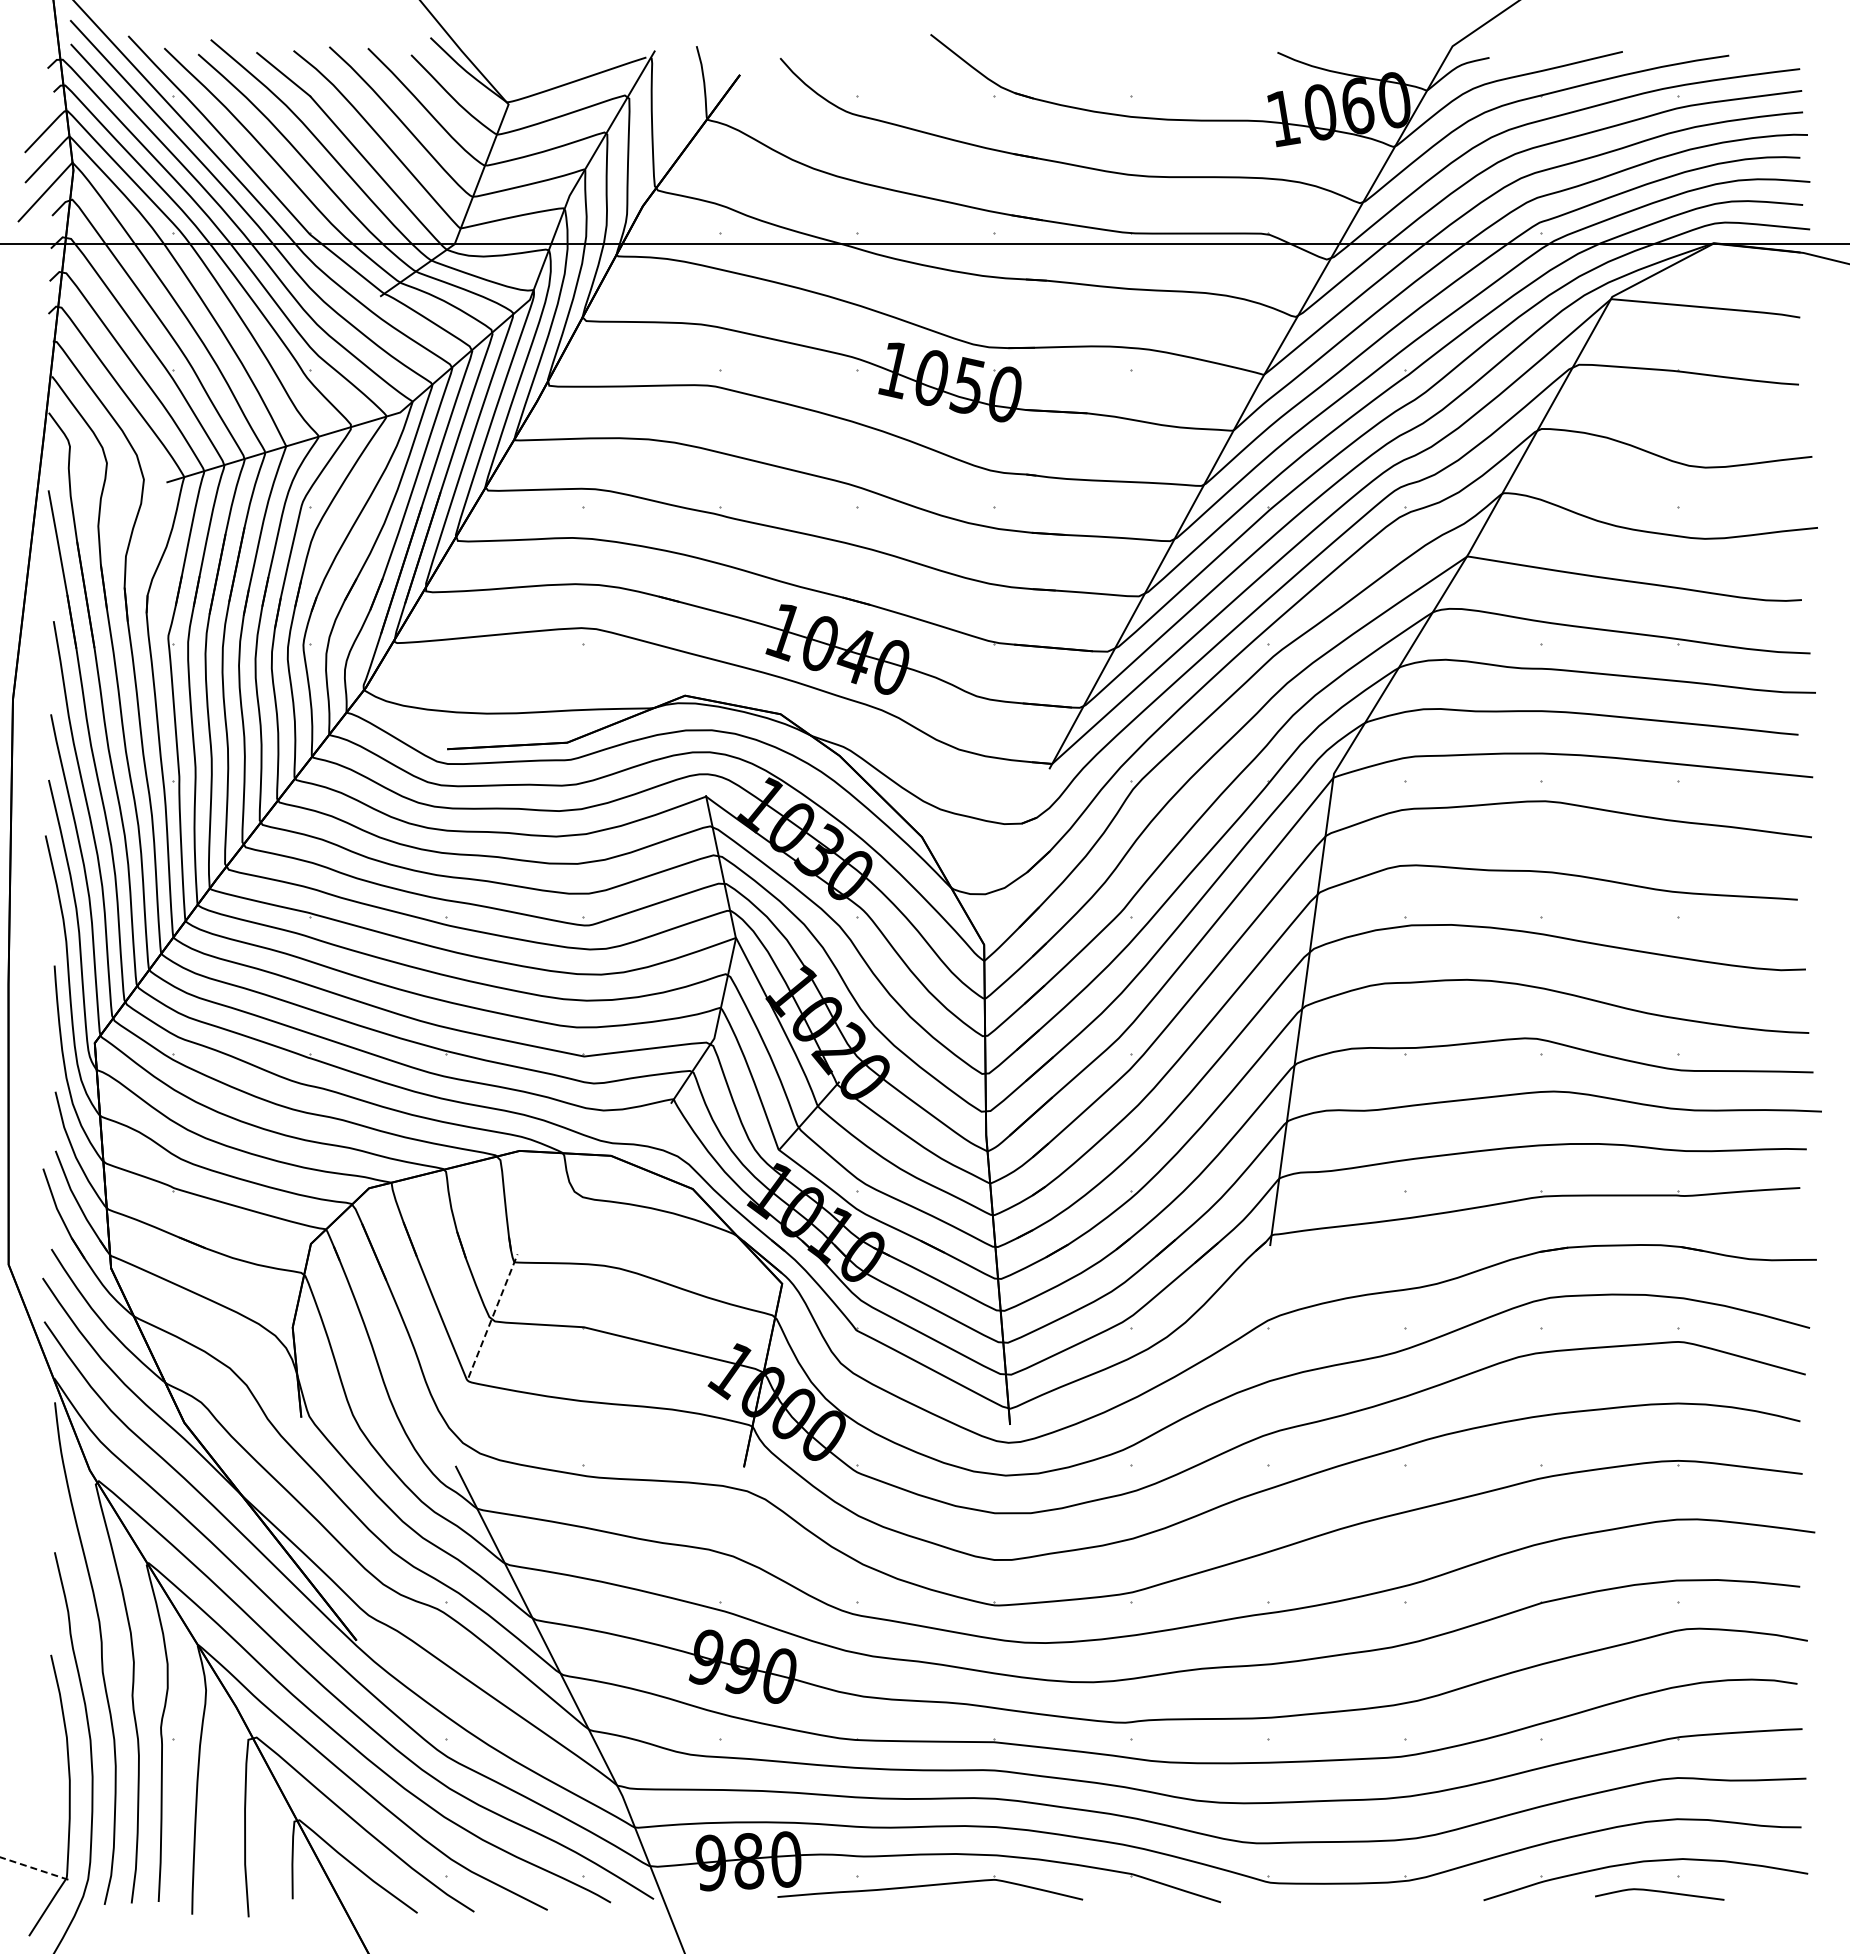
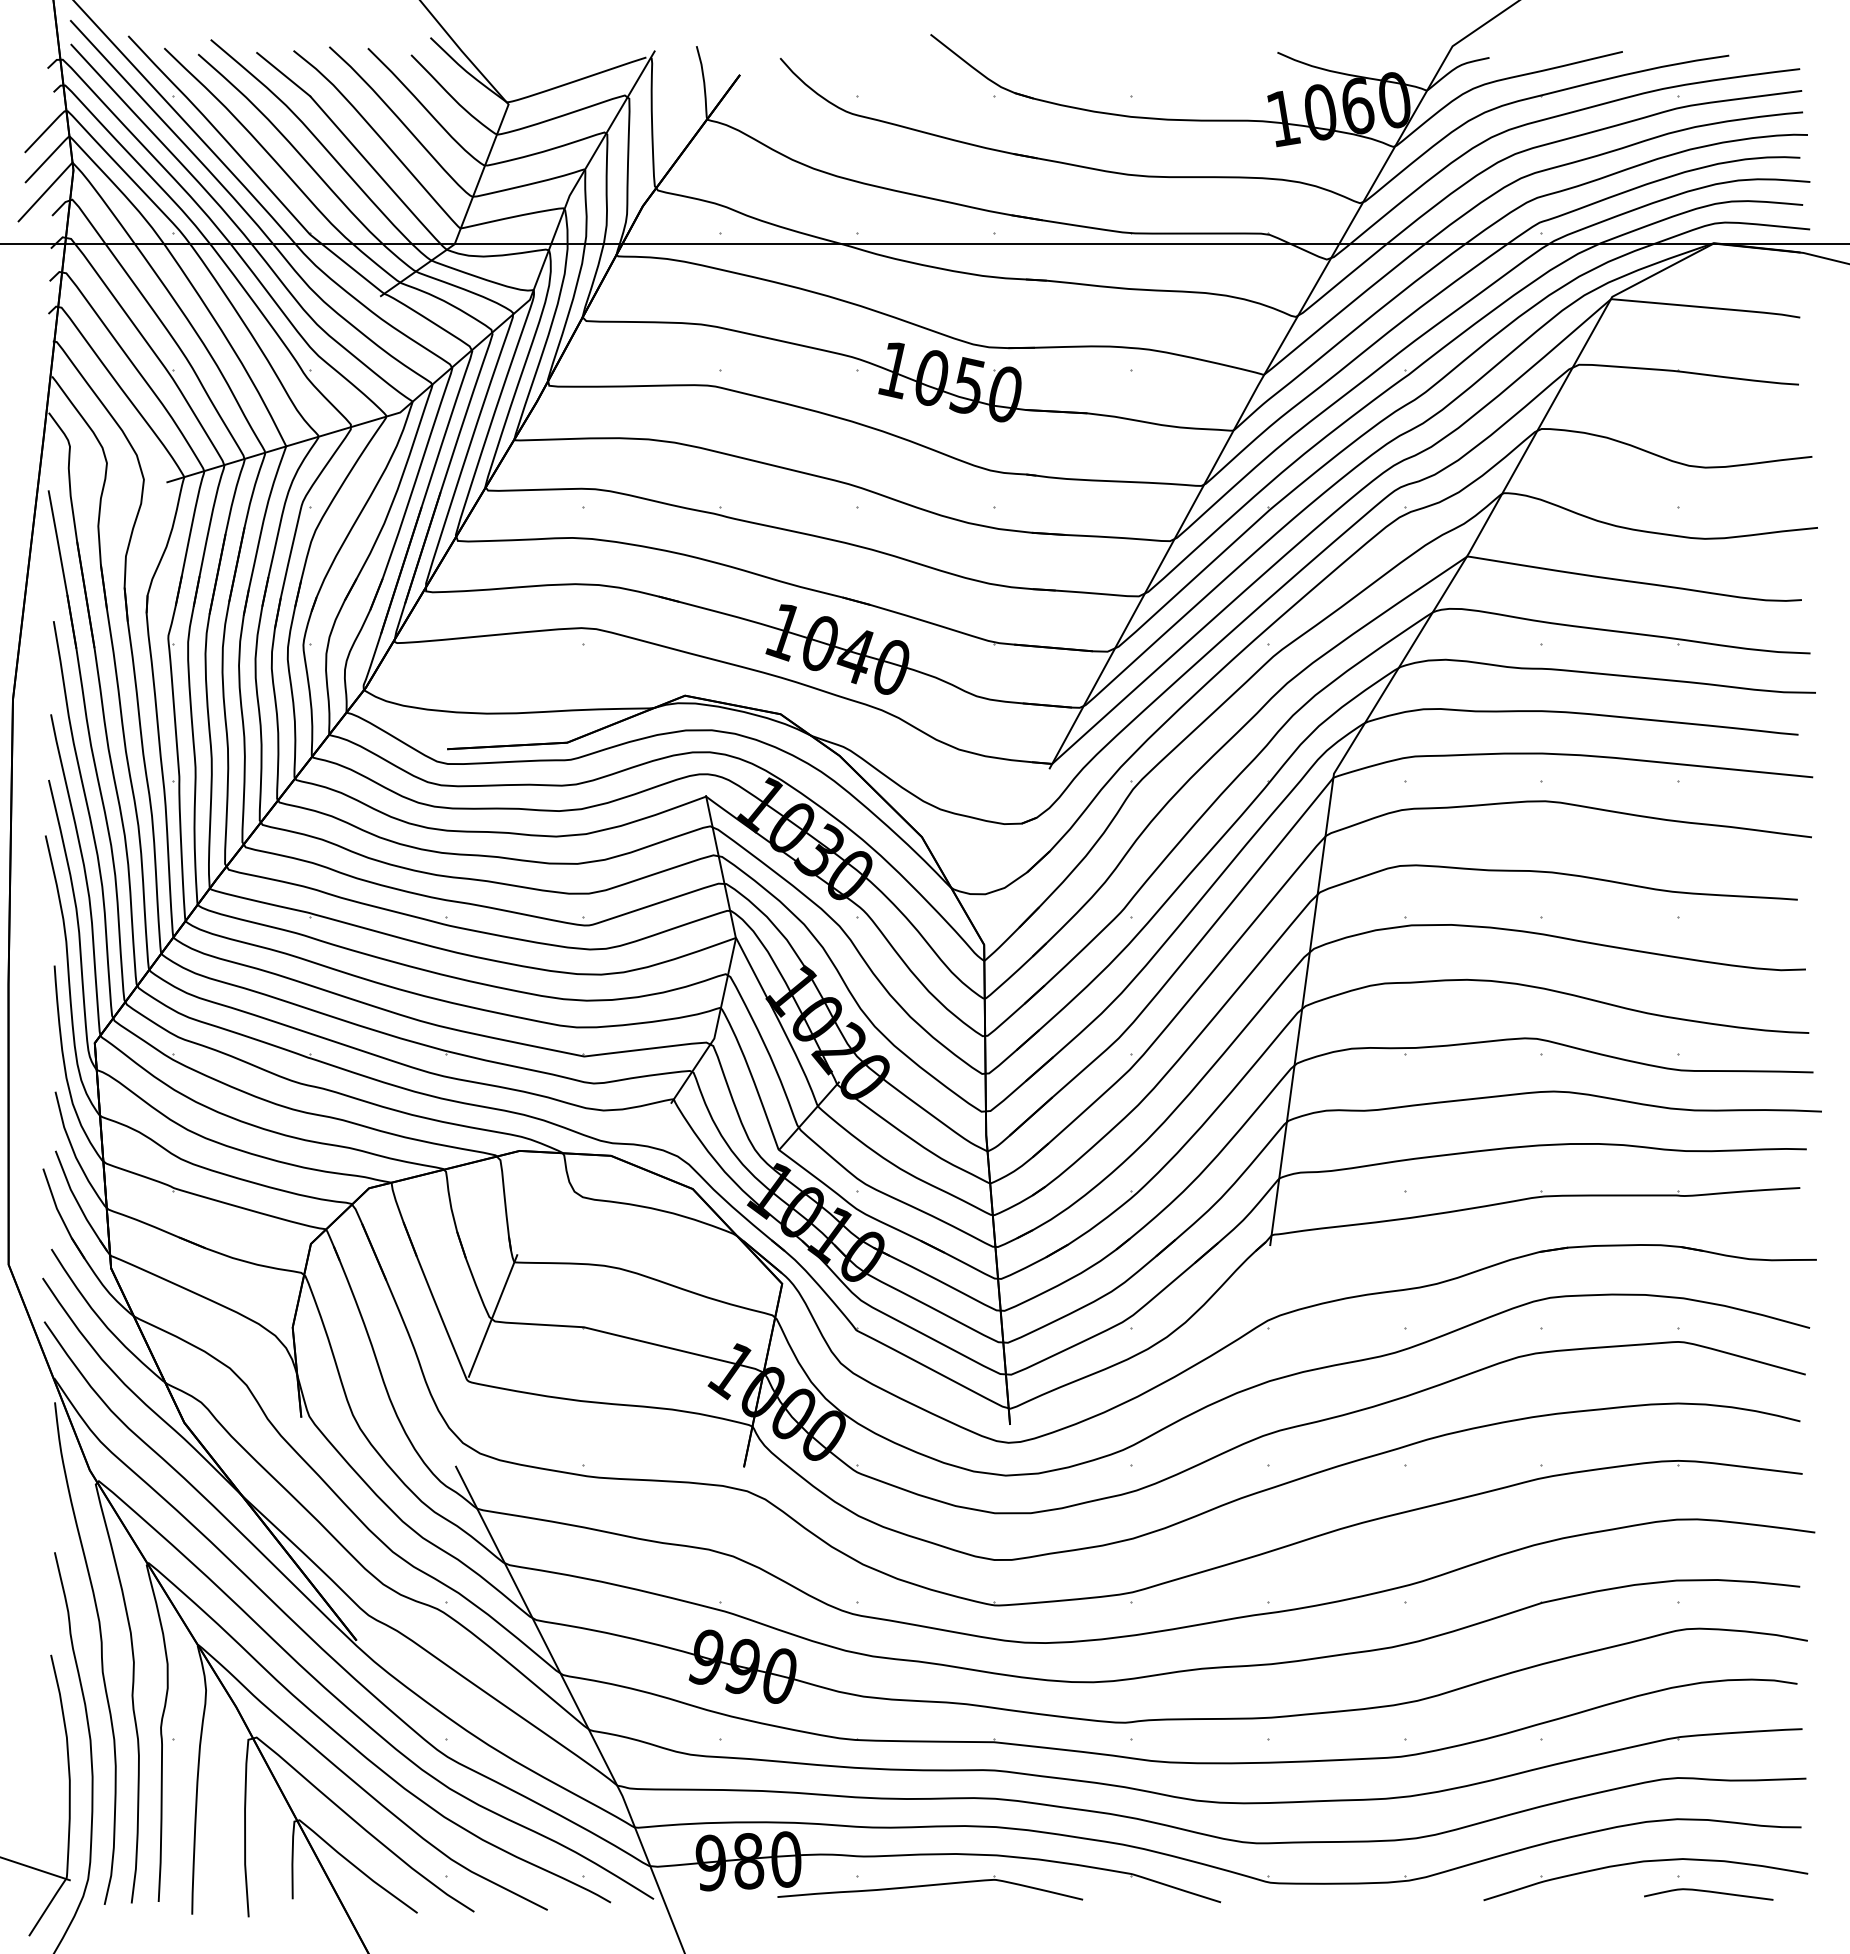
line at (493, 1315): dashed -> solid
line at (35, 1868): dashed -> solid
curve at (1659, 1892) position: (1659, 1892) -> (1708, 1892)
